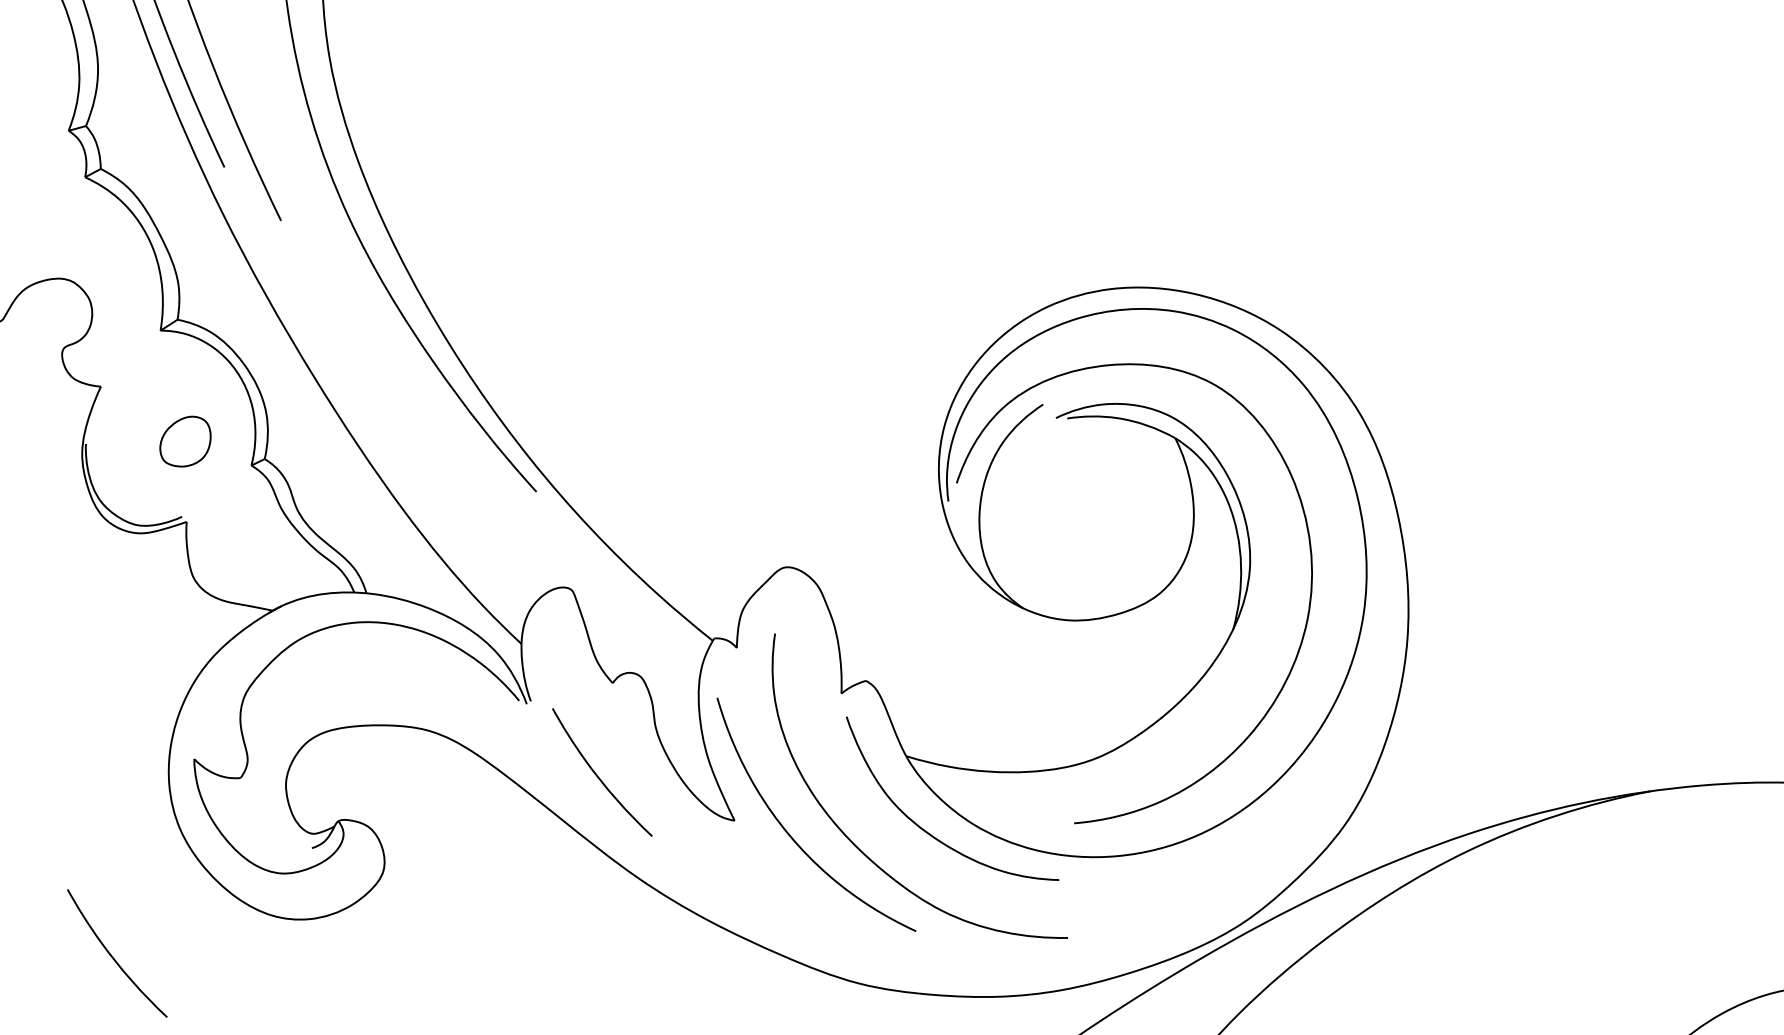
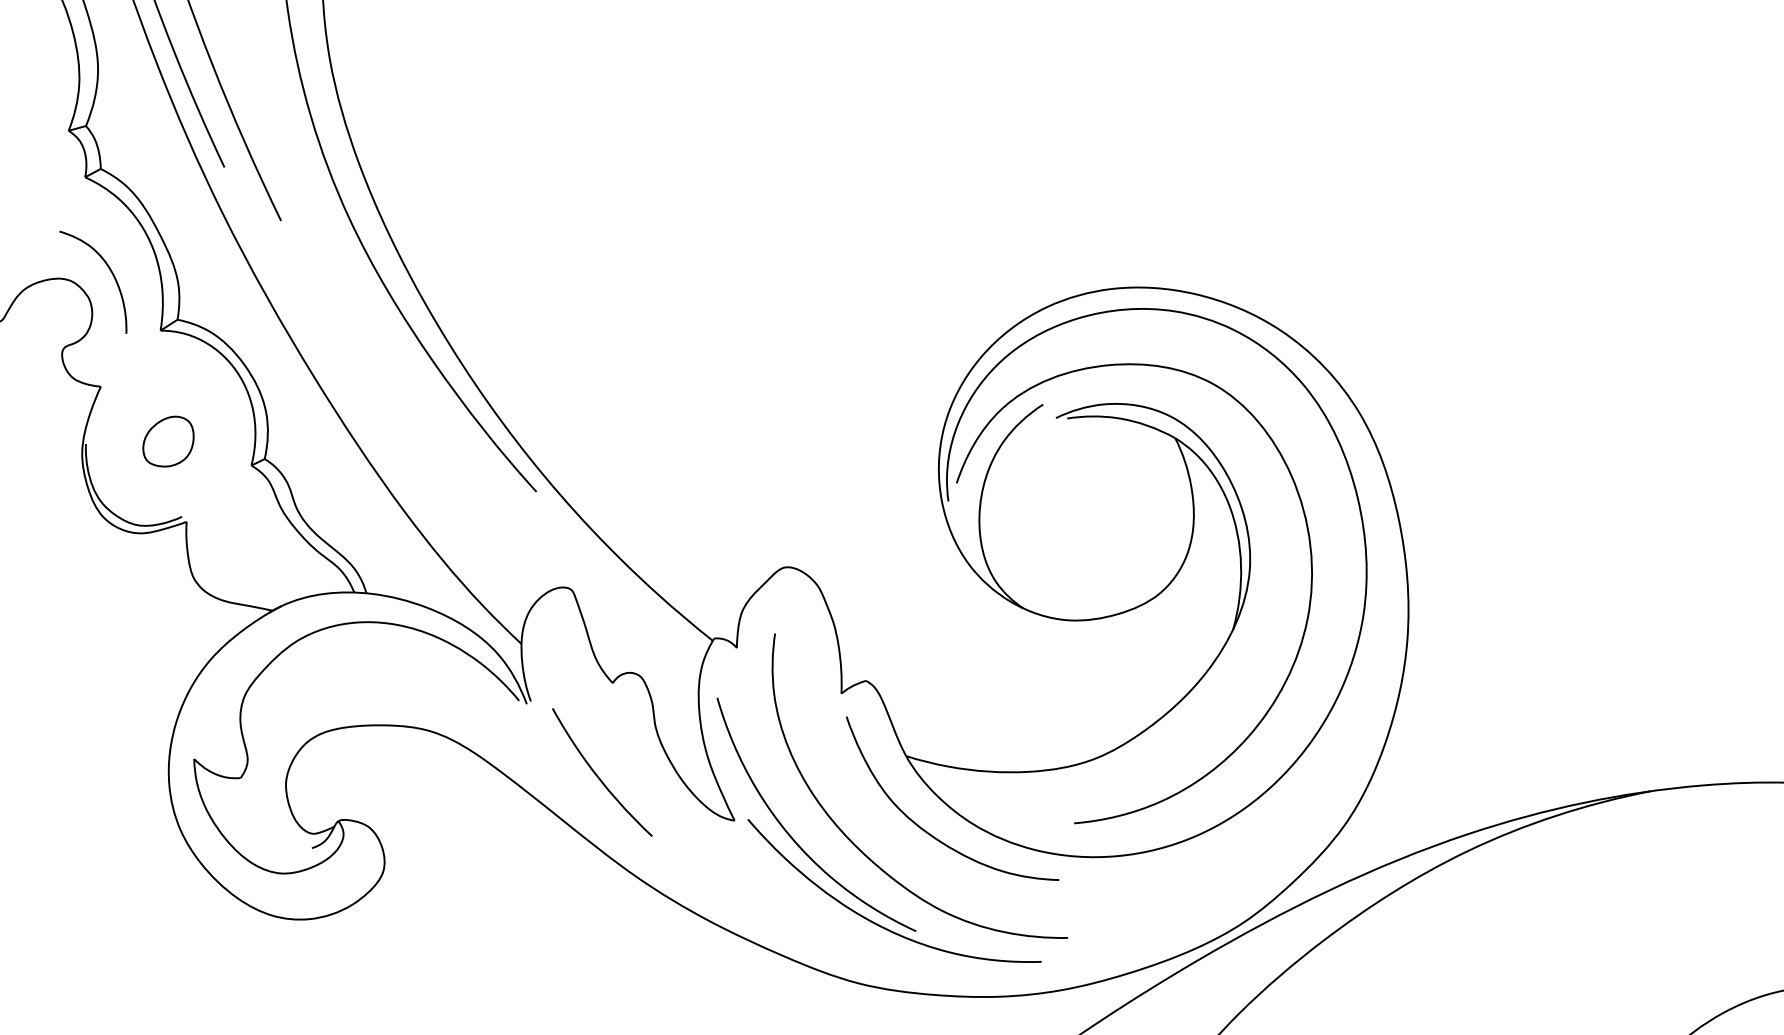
curve at (109, 270): none -> present
part at (185, 441) position: (185, 441) -> (168, 441)
curve at (877, 923): none -> present
curve at (112, 955): present -> none
